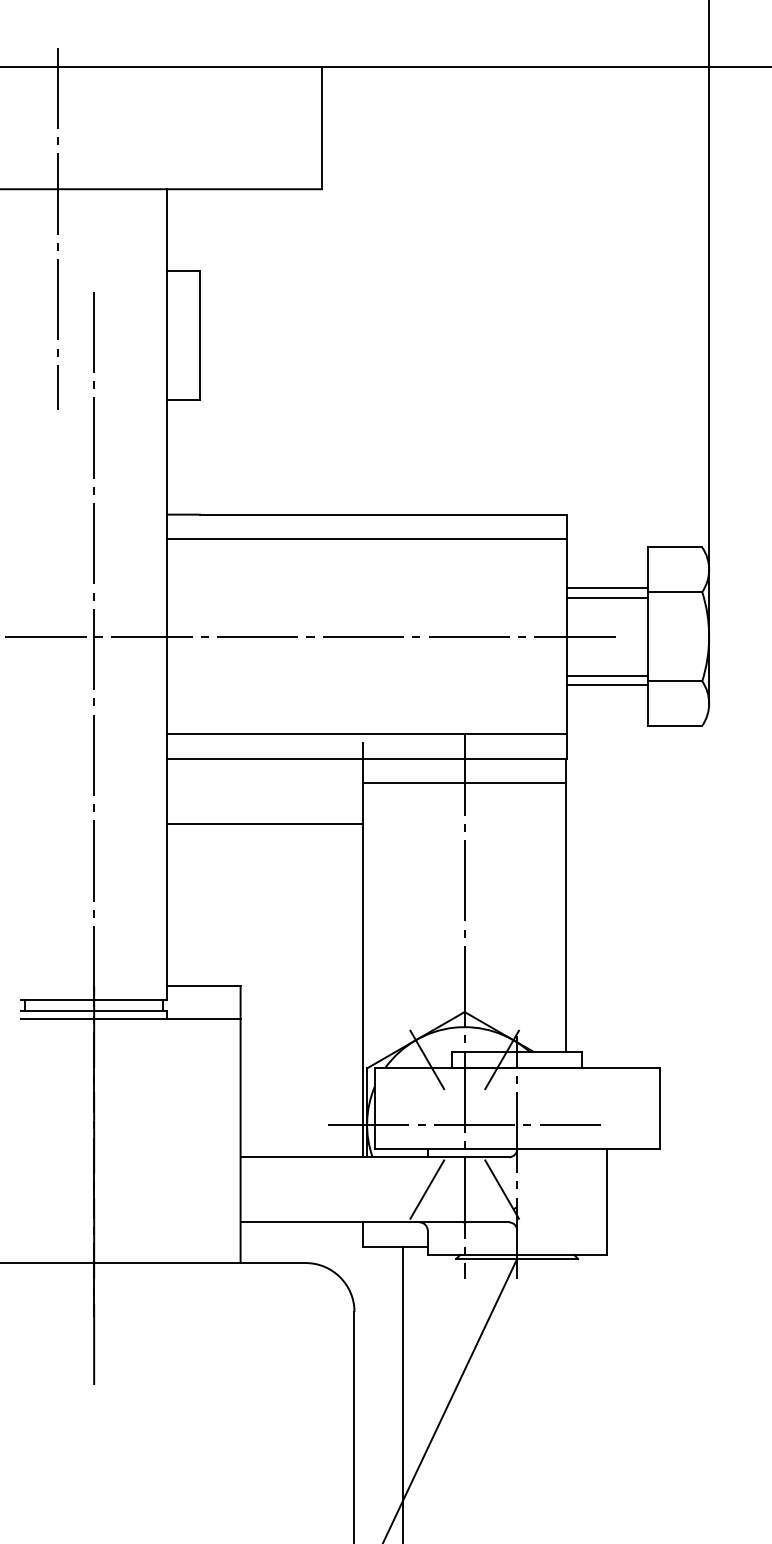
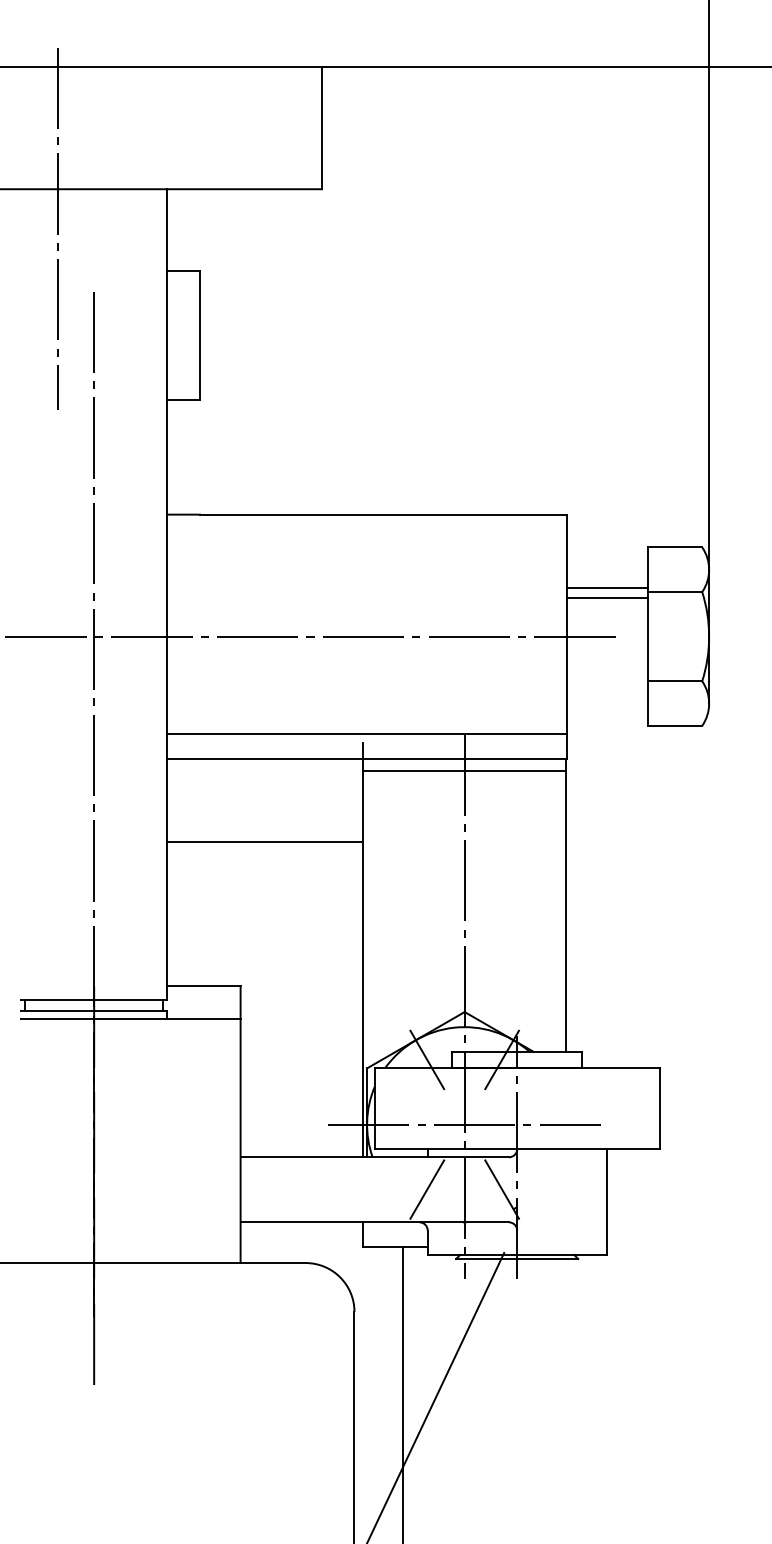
line at (366, 539): present -> none
line at (607, 675): present -> none
line at (607, 685): present -> none
line at (464, 783) position: (464, 783) -> (464, 771)
line at (265, 823) position: (265, 823) -> (265, 841)
line at (450, 1399) position: (450, 1399) -> (436, 1396)
